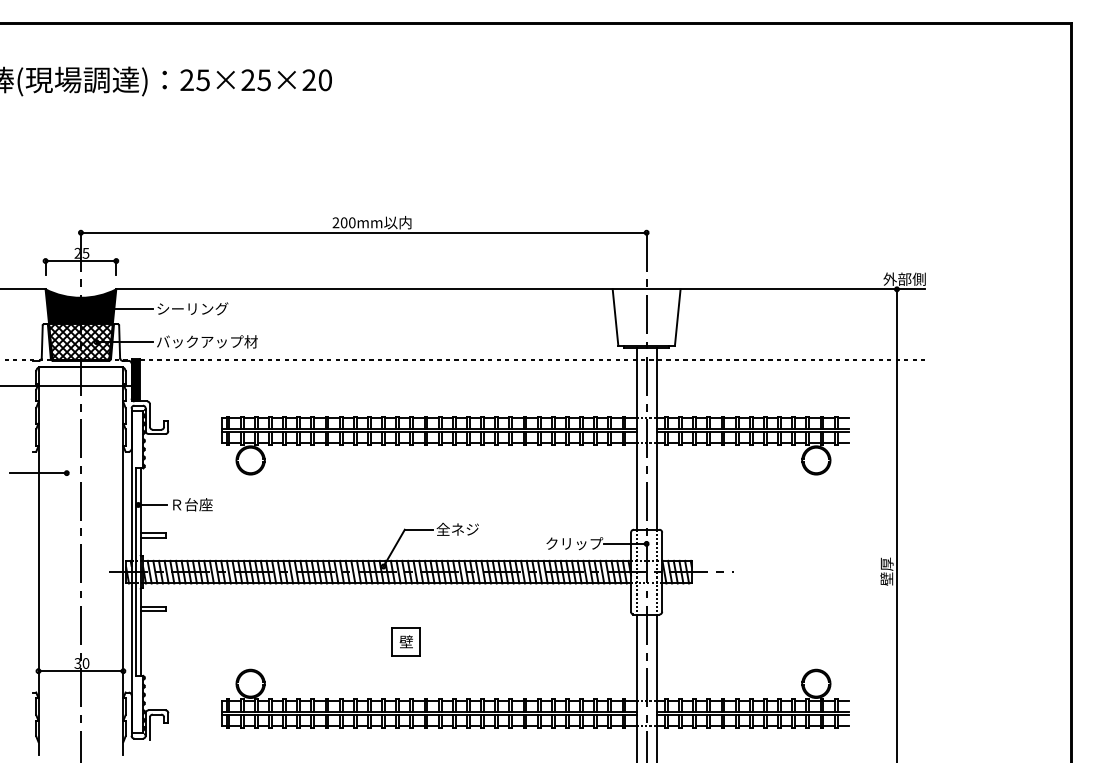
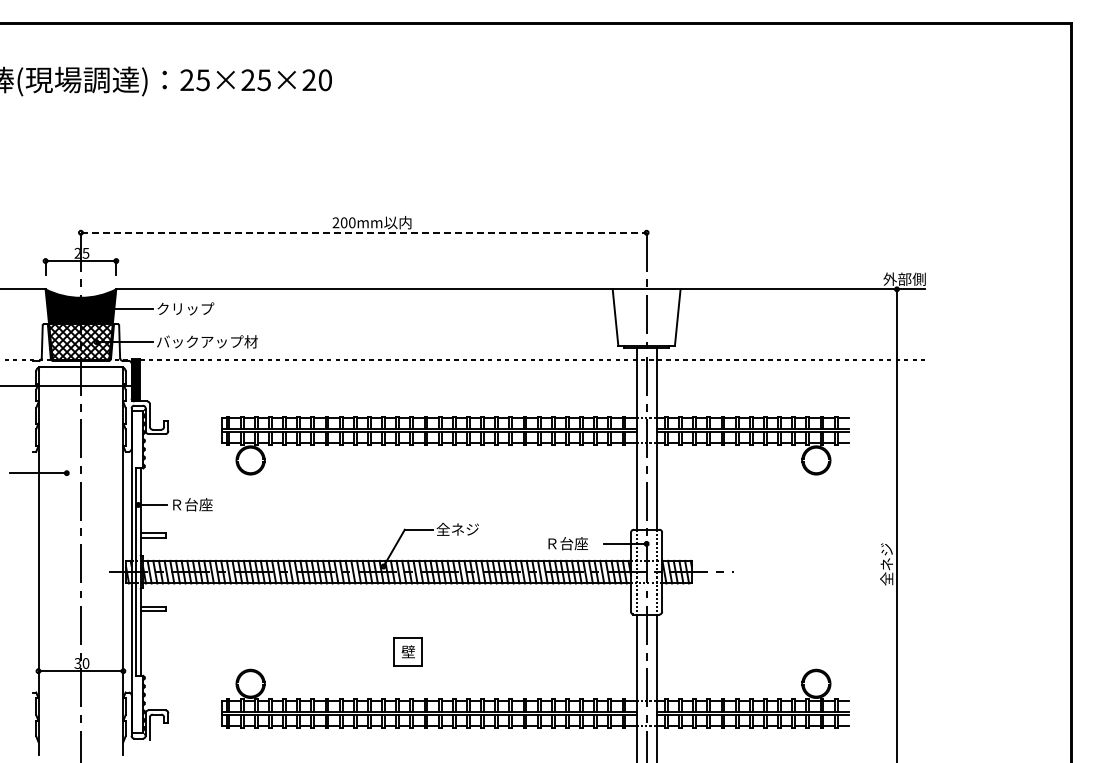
line at (363, 232): solid -> dashed
text at (192, 308): シーリング -> クリップ
text at (574, 543): クリップ -> Ｒ台座
text at (886, 564): 壁厚 -> 全ネジ
part at (405, 641) position: (405, 641) -> (407, 651)
